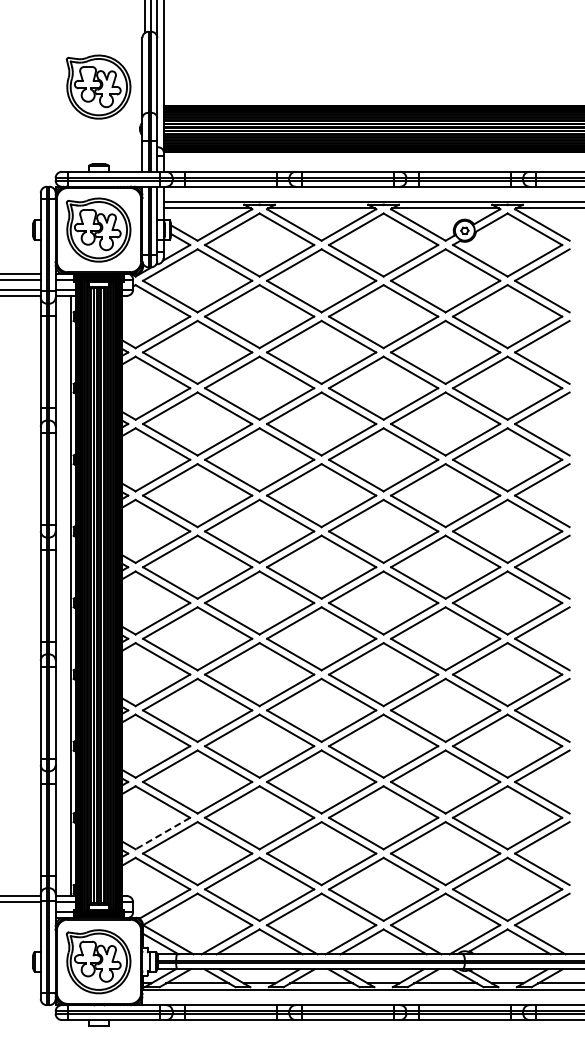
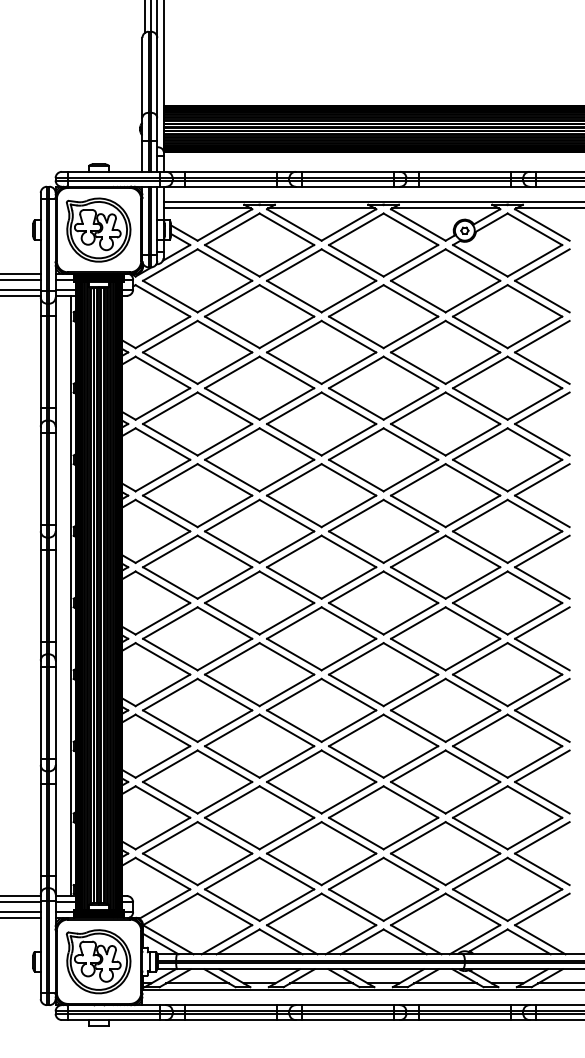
part at (98, 86): present -> none
line at (162, 833): dashed -> solid
line at (21, 912): none -> present
line at (21, 918): none -> present
